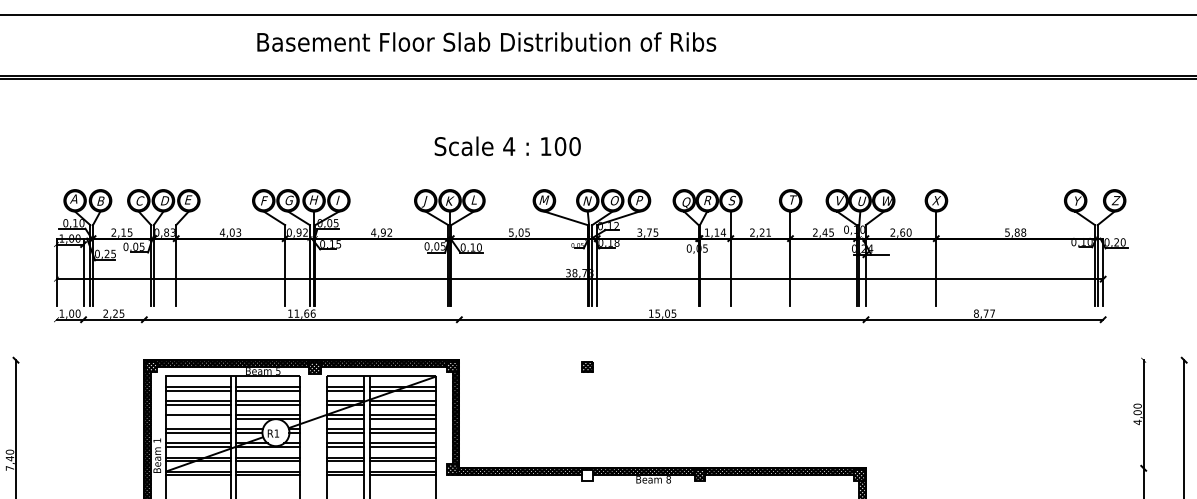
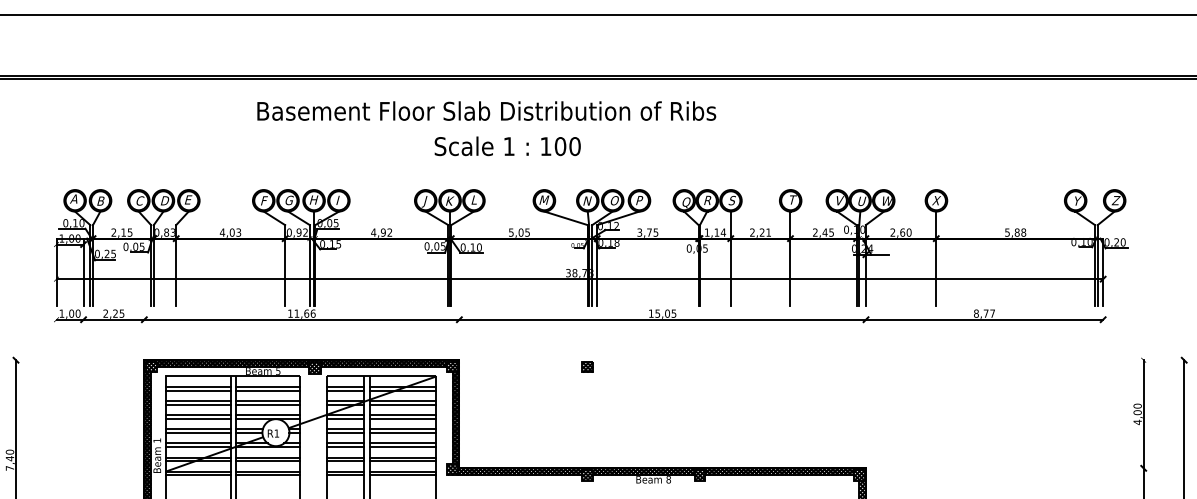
text at (486, 41) position: (486, 41) -> (486, 110)
text at (509, 146): 4 -> 1
line at (197, 418): none -> present
hatch at (587, 474): none -> present
